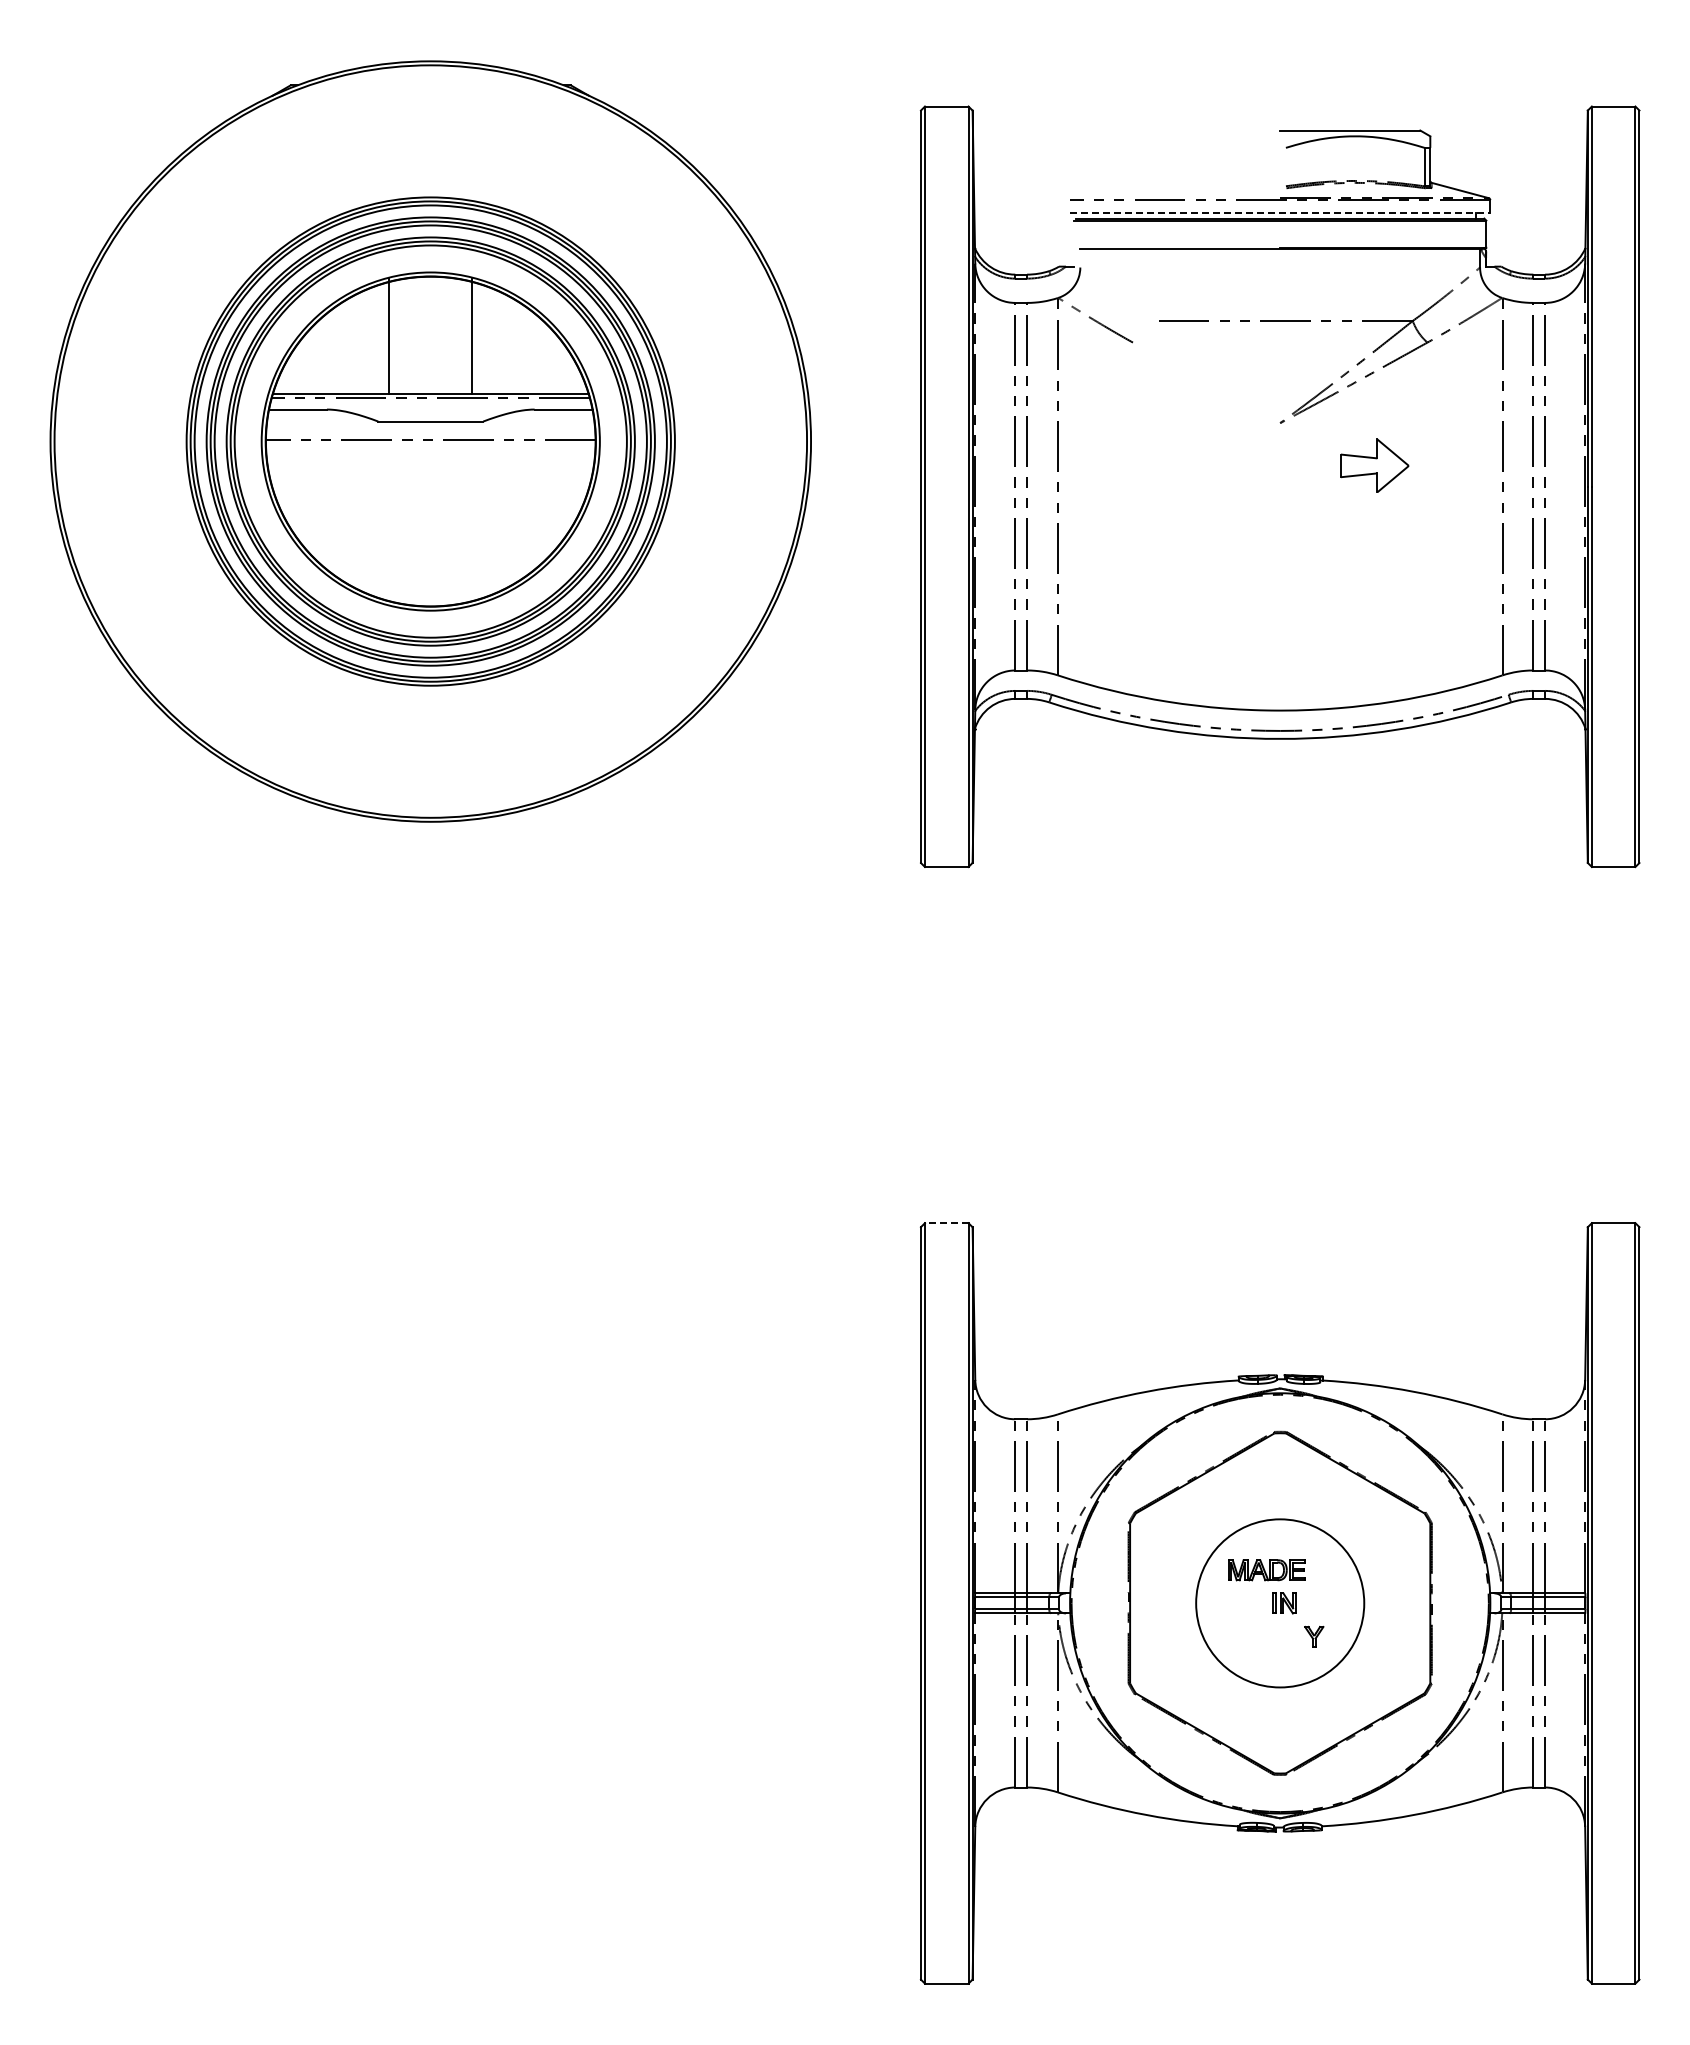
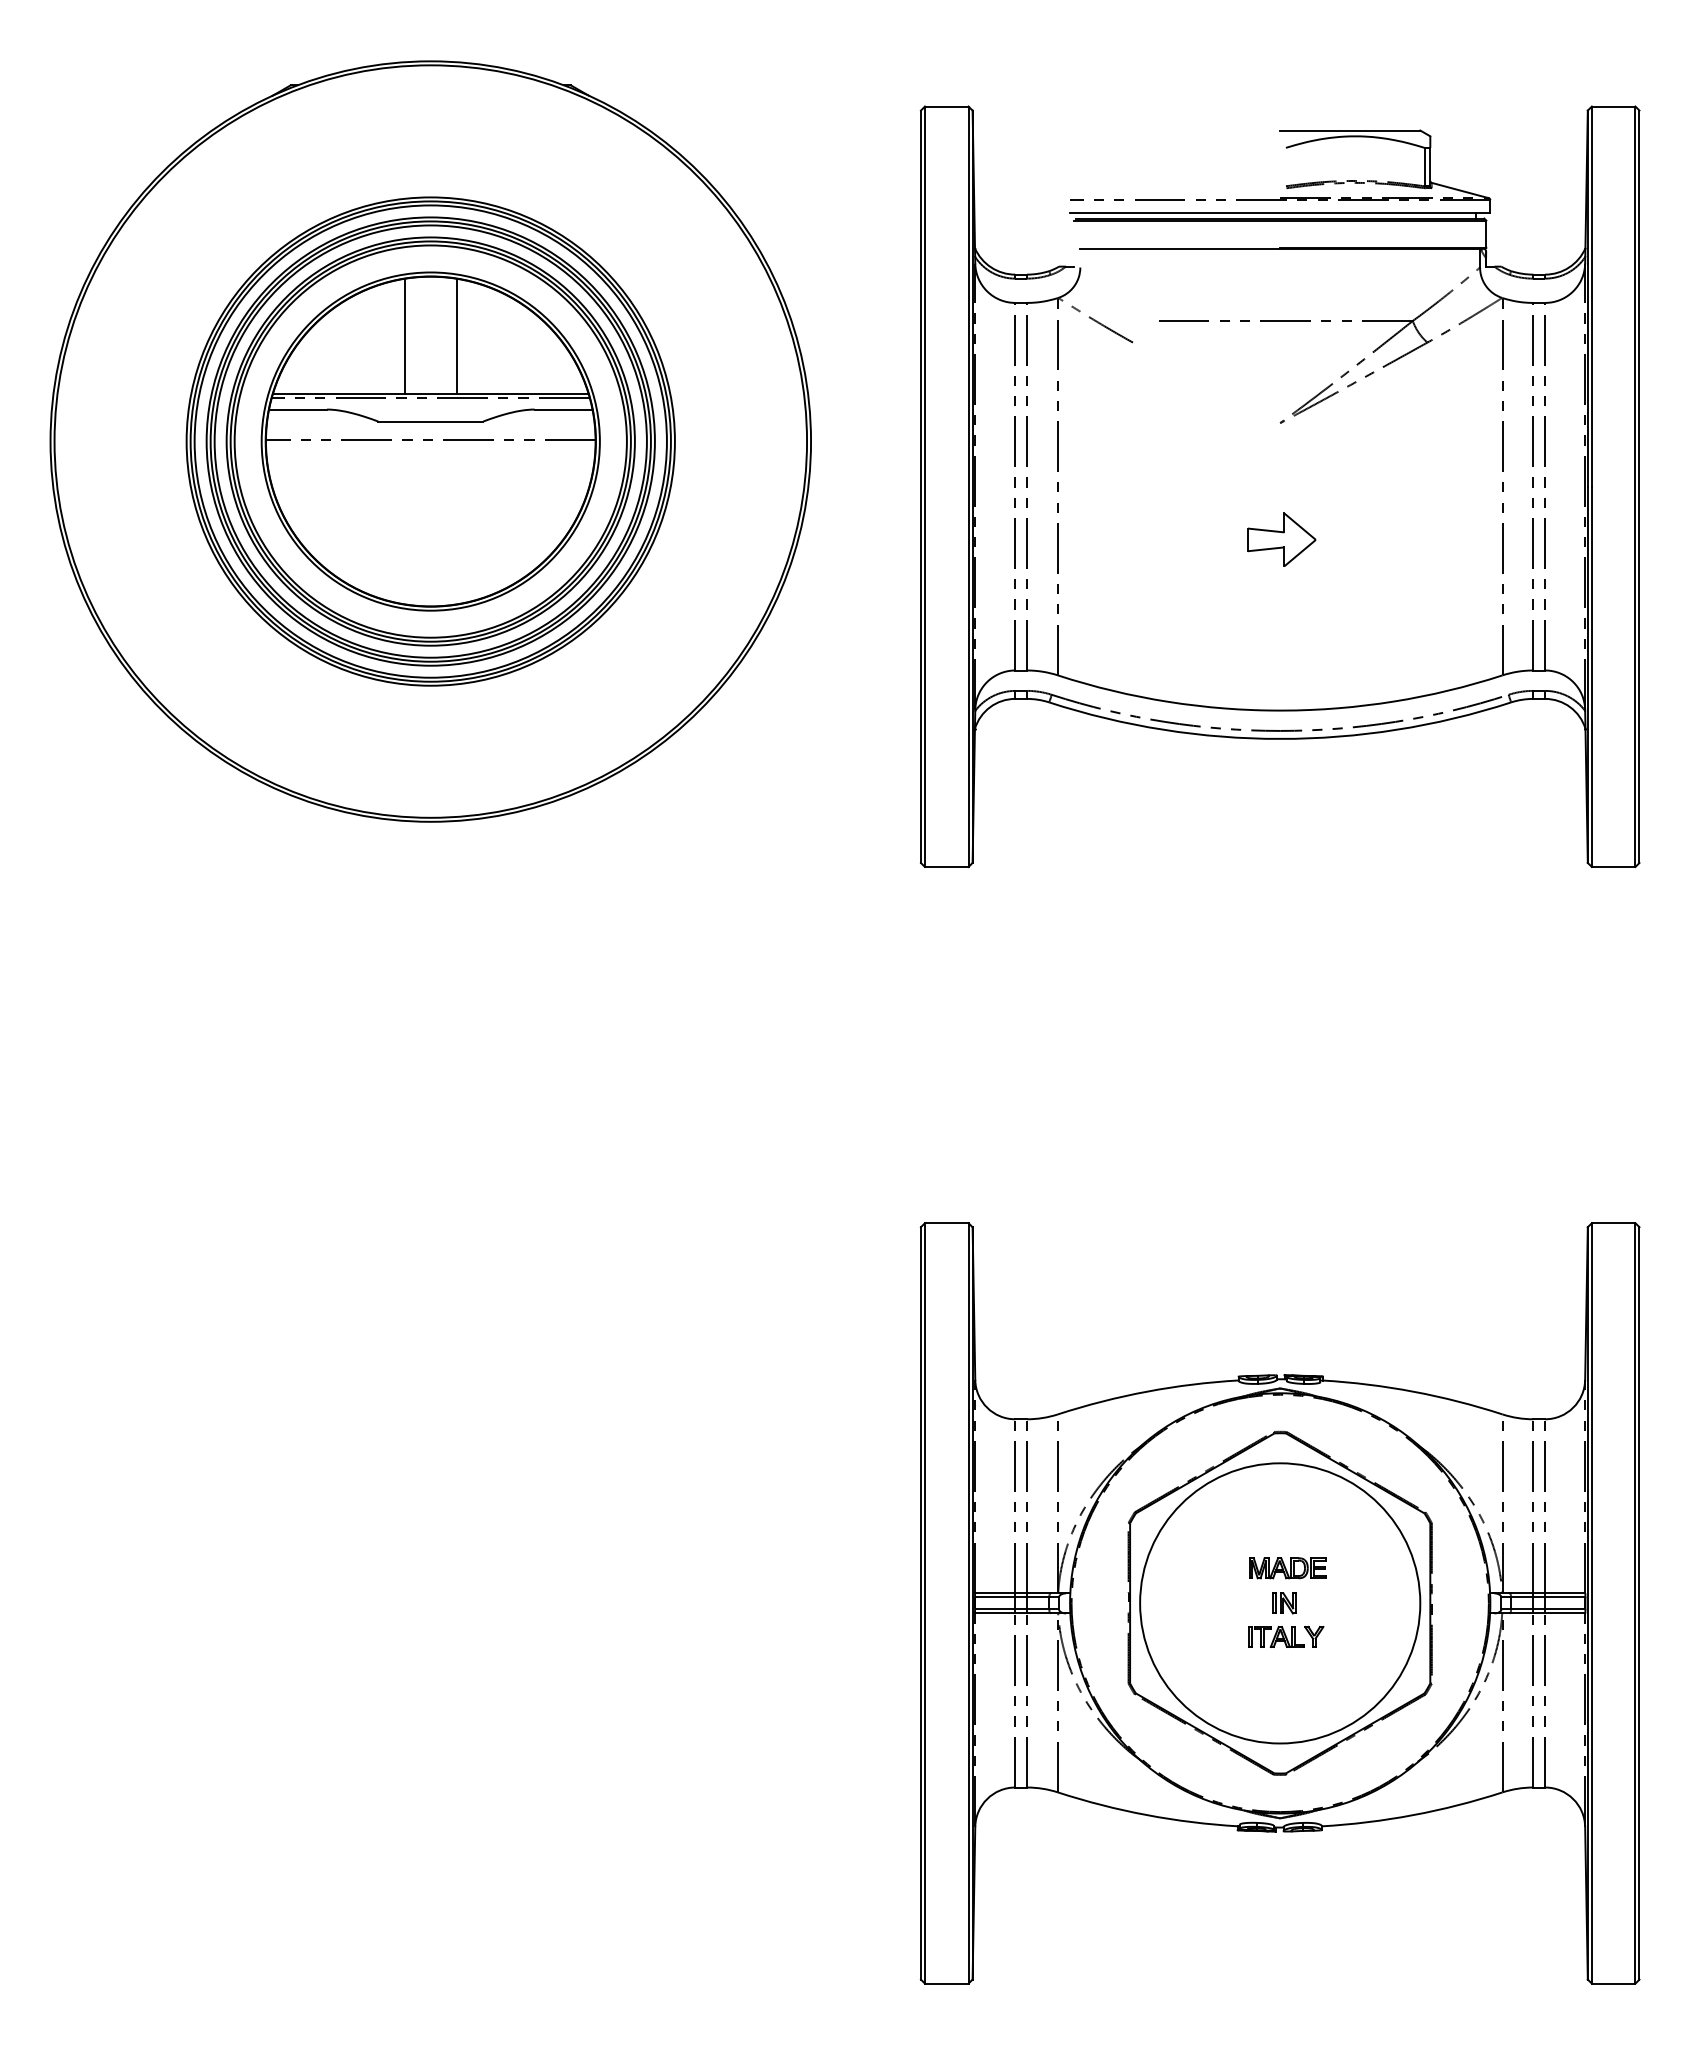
line at (1280, 212): dashed -> solid
line at (388, 335) position: (388, 335) -> (404, 335)
line at (471, 335) position: (471, 335) -> (456, 335)
part at (1374, 465) position: (1374, 465) -> (1281, 539)
line at (946, 1223): dashed -> solid
part at (1266, 1570) position: (1266, 1570) -> (1287, 1568)
circle at (1280, 1603) diameter: 168 px -> 280 px
part at (1276, 1636): none -> present
